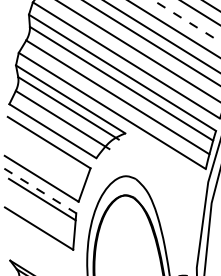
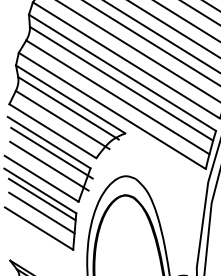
line at (187, 21): dashed -> solid
line at (51, 152): none -> present
line at (49, 165): none -> present
line at (40, 191): dashed -> solid
line at (41, 212): none -> present
